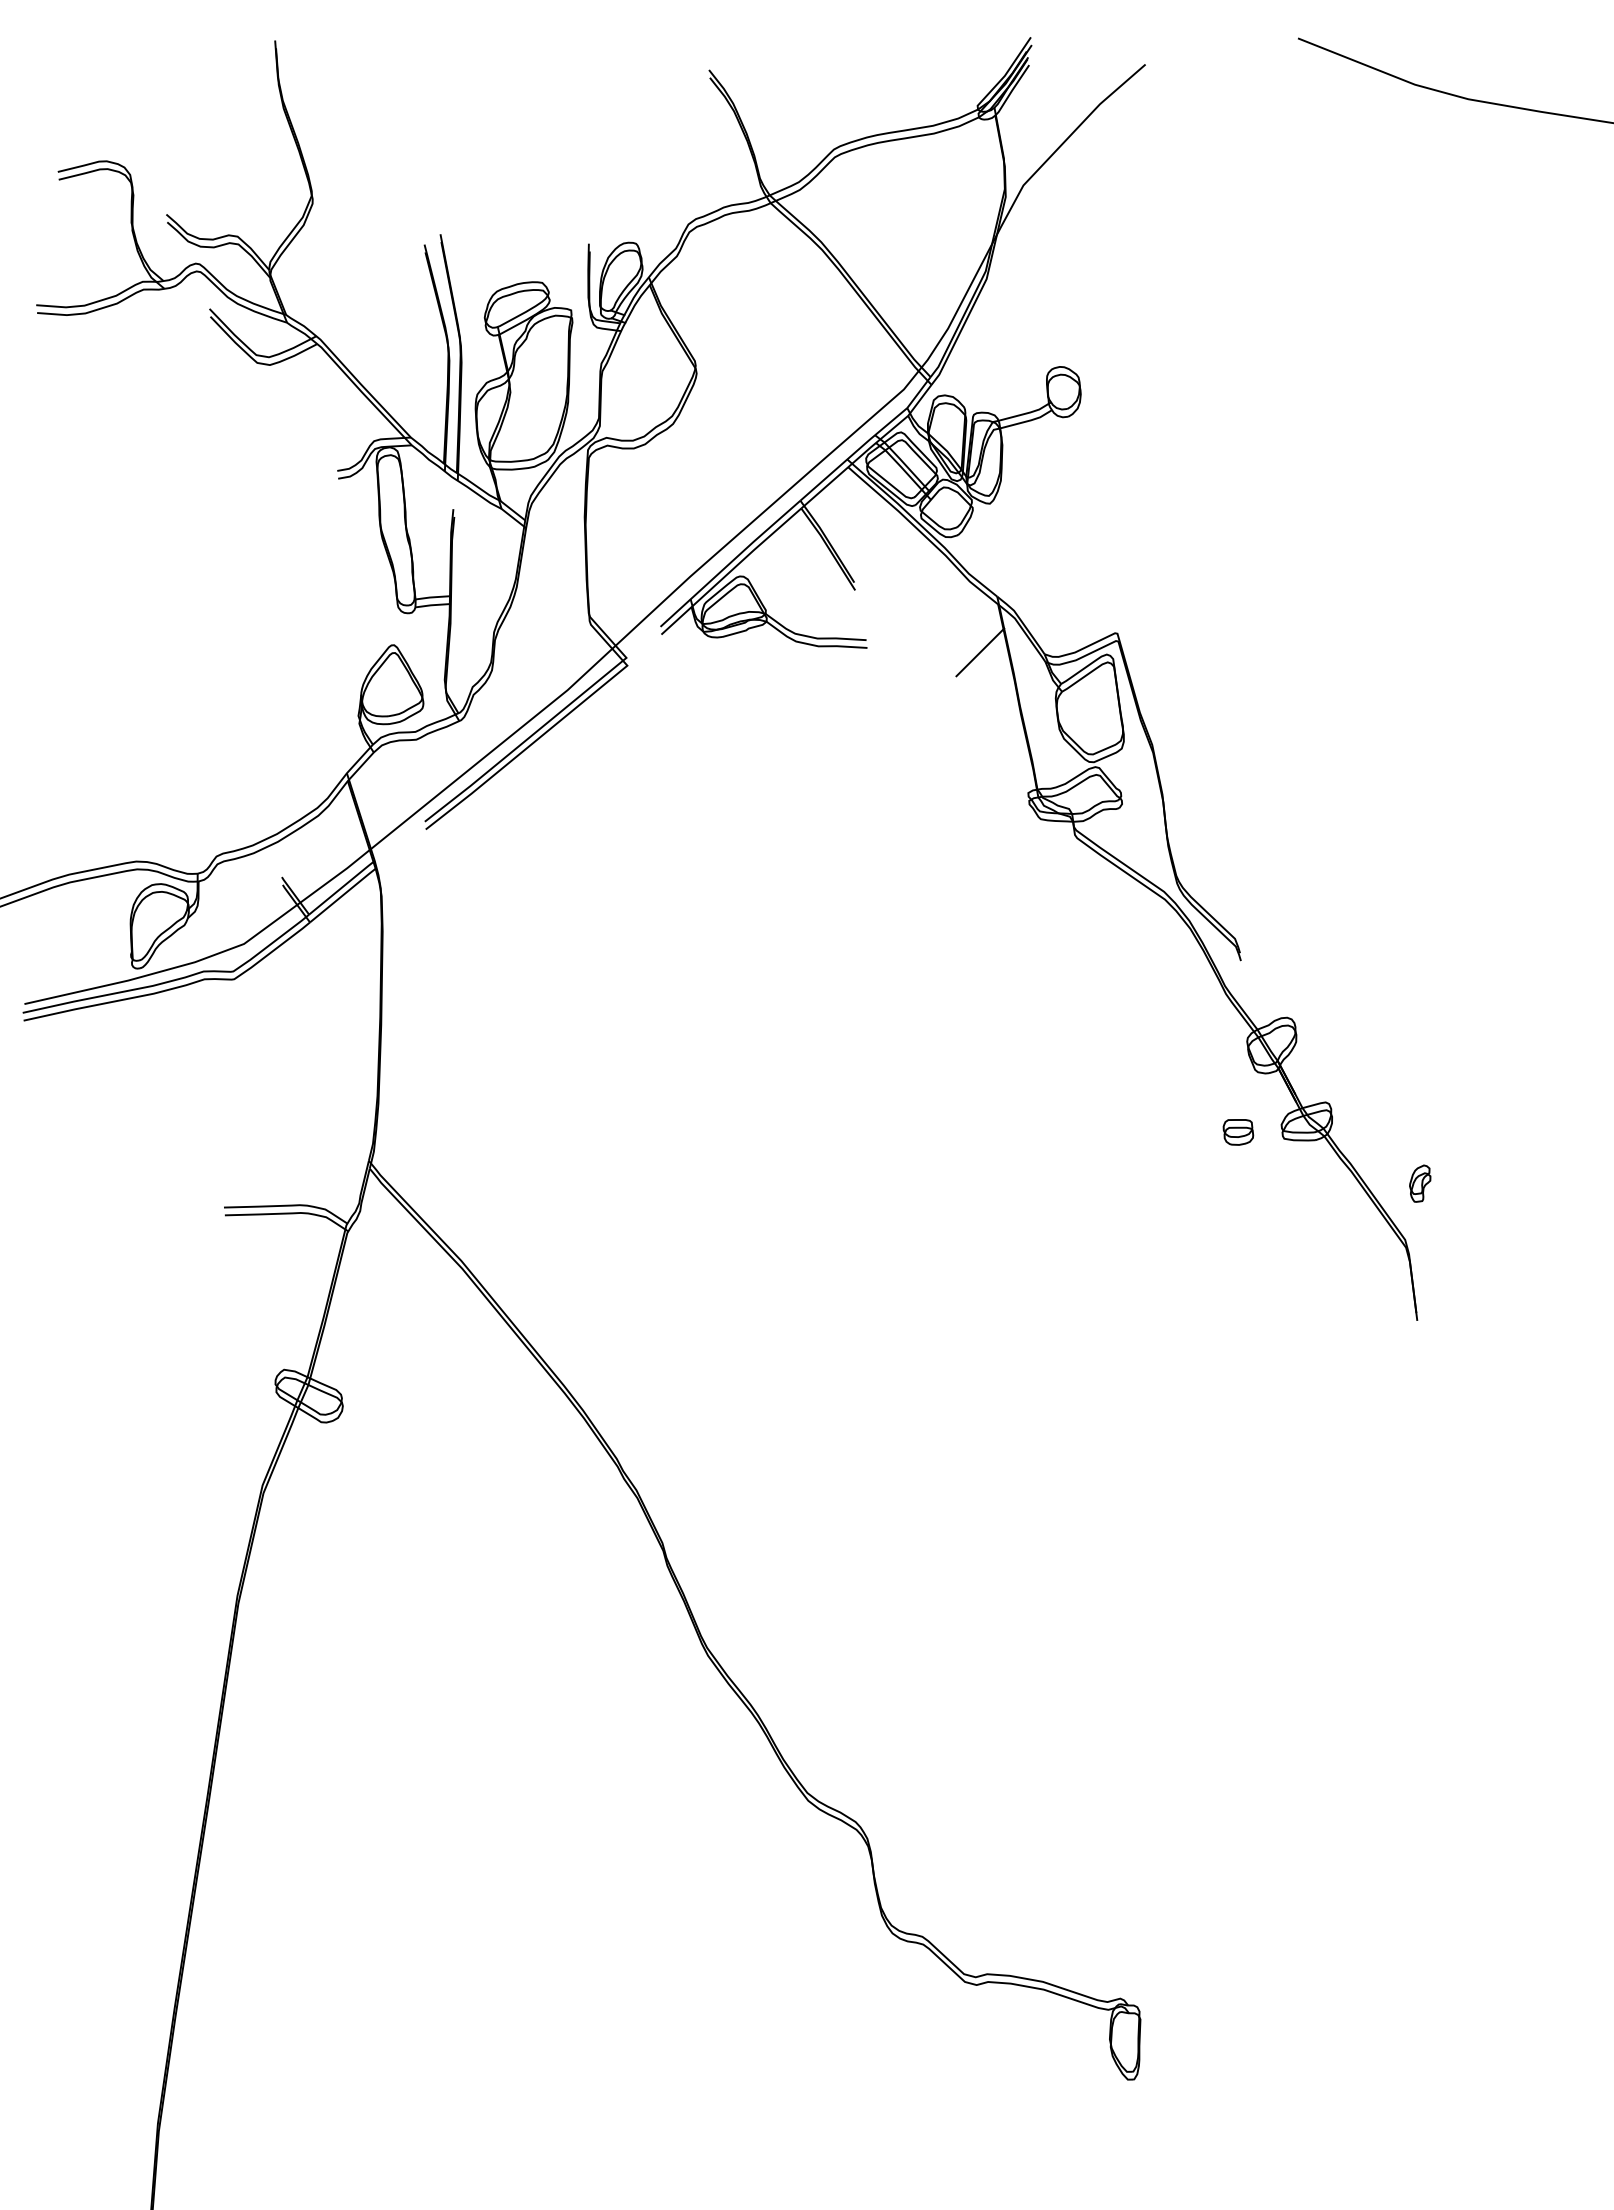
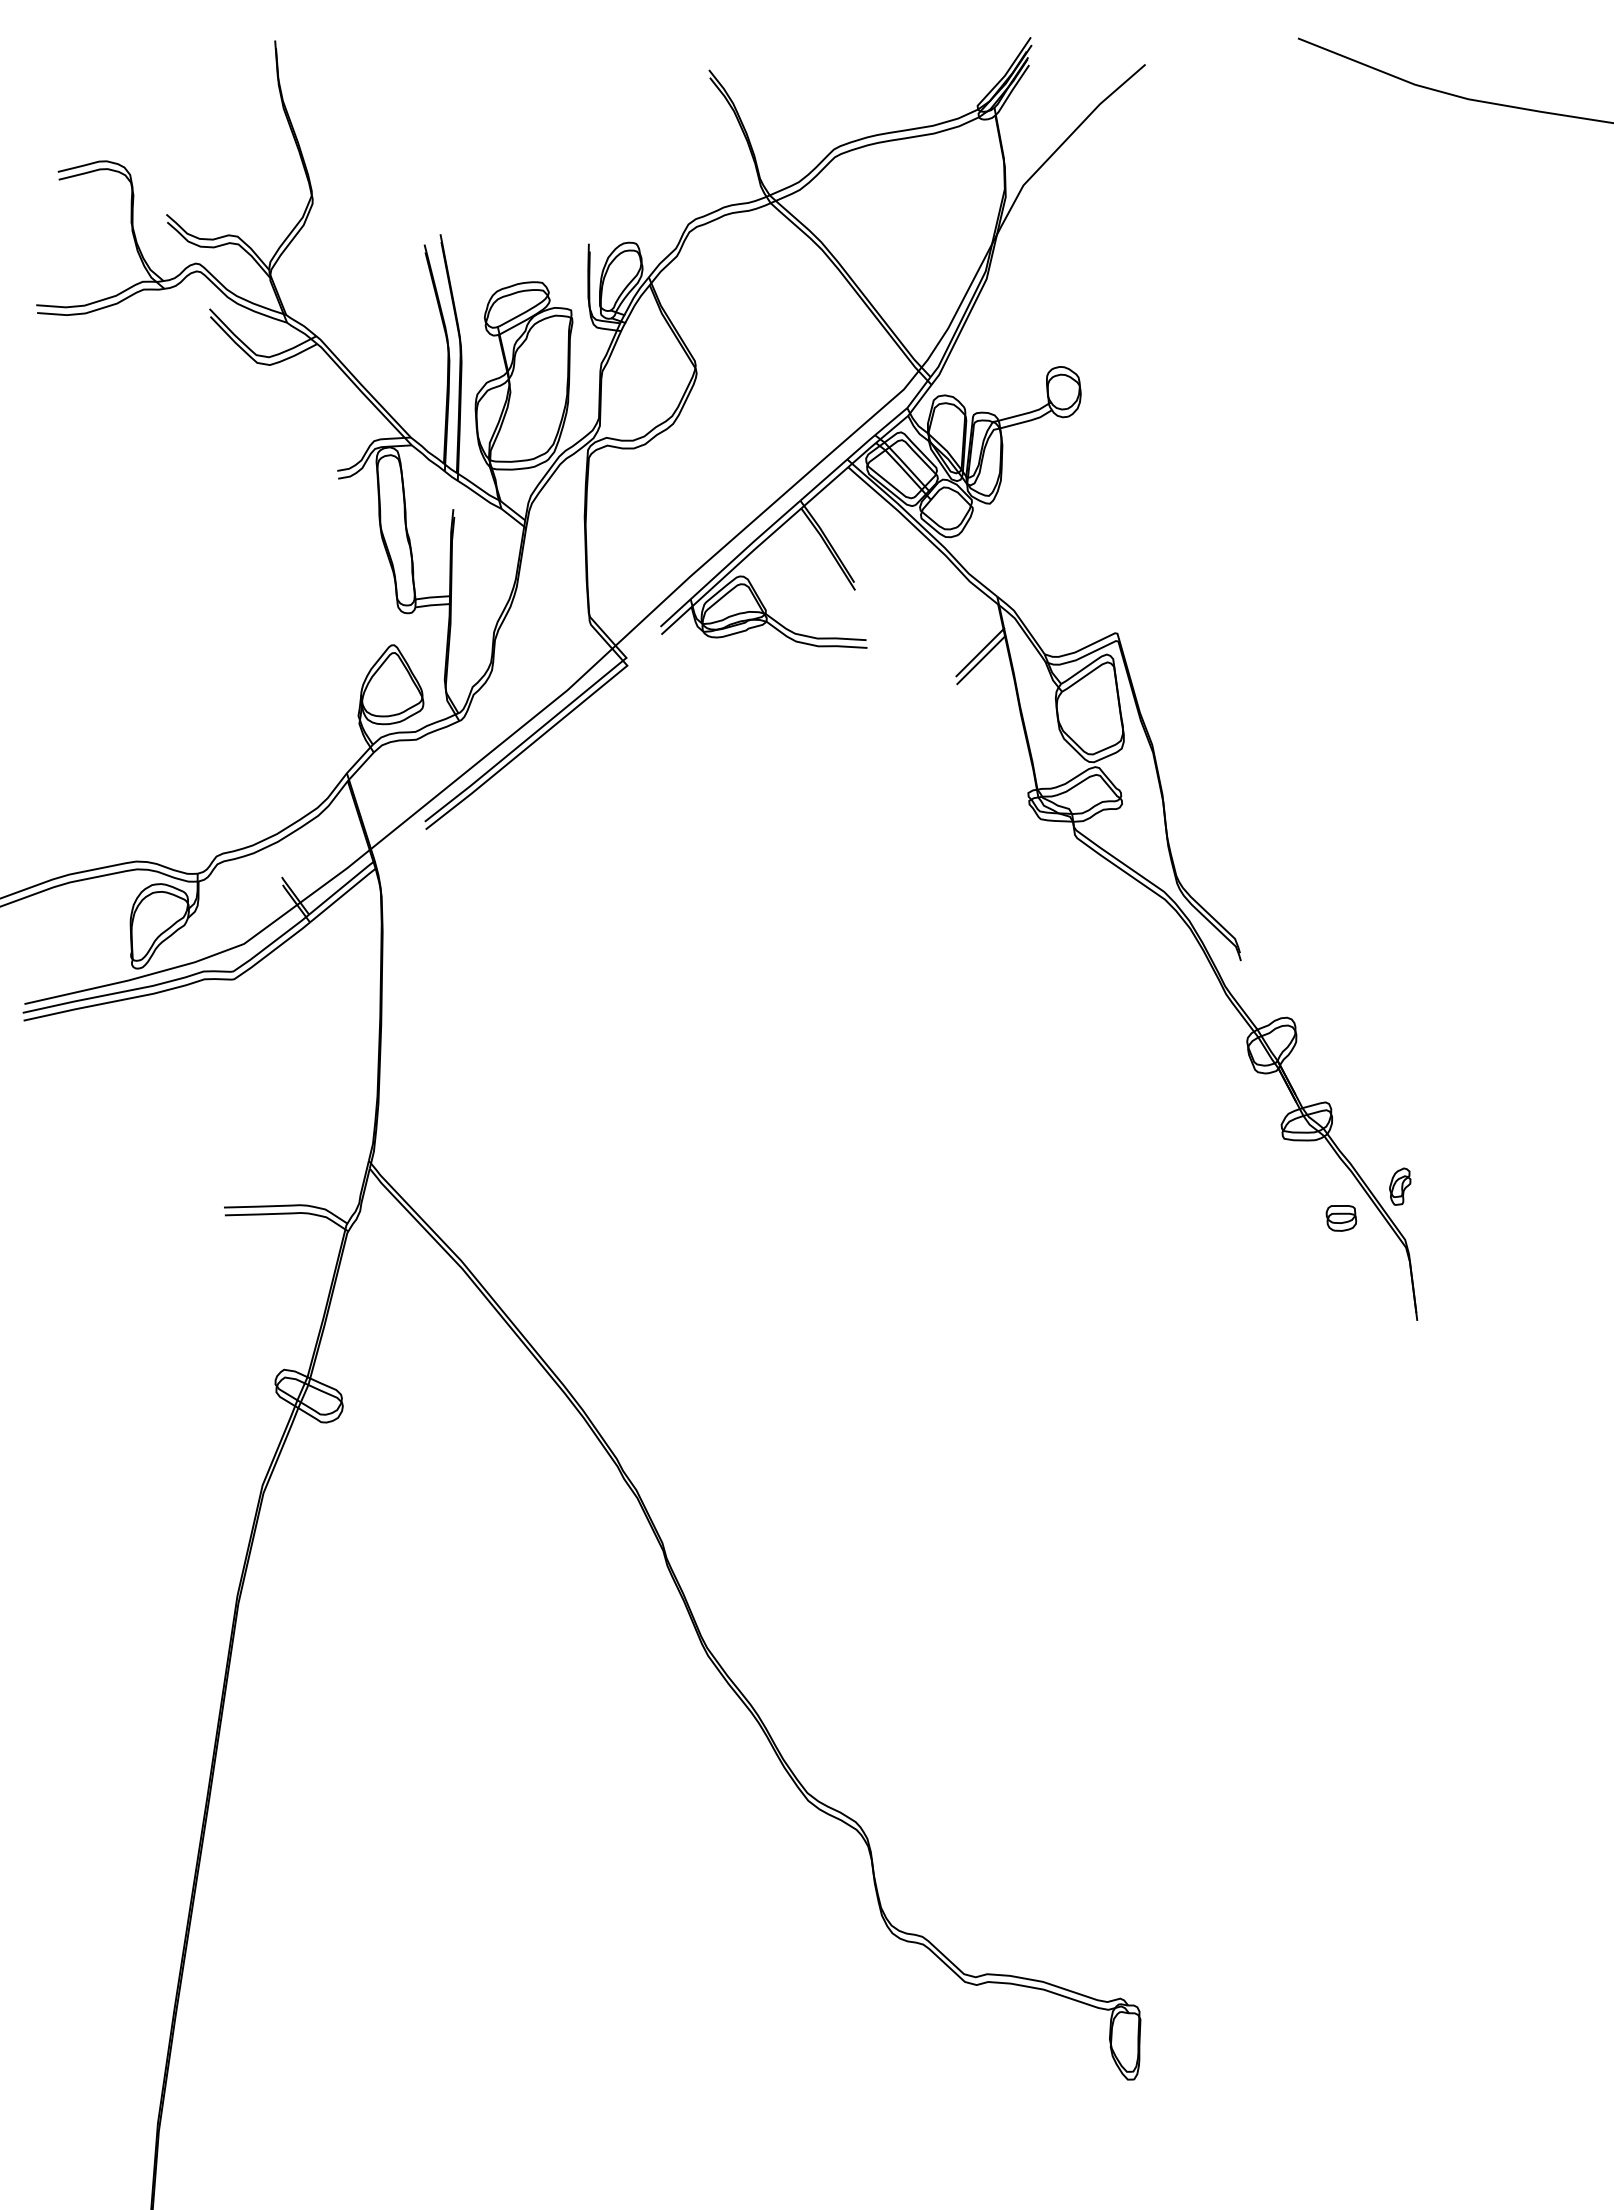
line at (981, 660): none -> present
part at (1238, 1132) position: (1238, 1132) -> (1341, 1218)
part at (1420, 1183) position: (1420, 1183) -> (1400, 1186)
